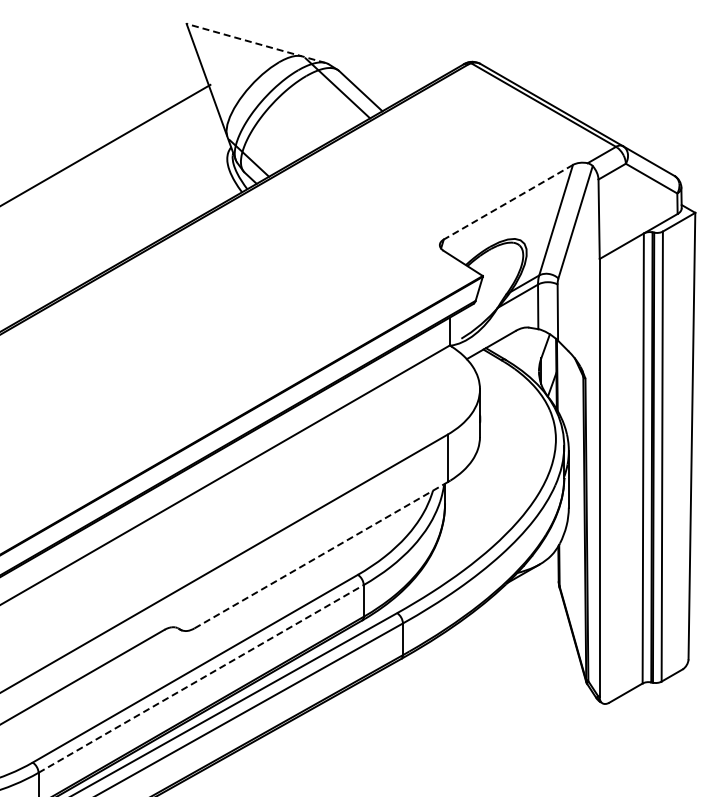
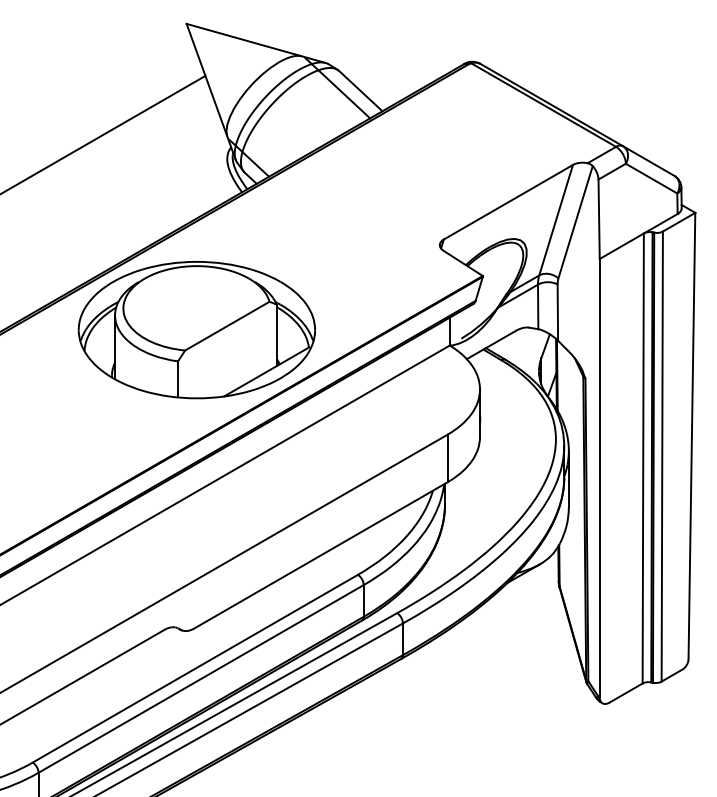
line at (255, 43): dashed -> solid
line at (106, 144) position: (106, 144) -> (103, 133)
line at (508, 202): dashed -> solid
part at (196, 330): none -> present
line at (321, 555): dashed -> solid
line at (201, 678): dashed -> solid
